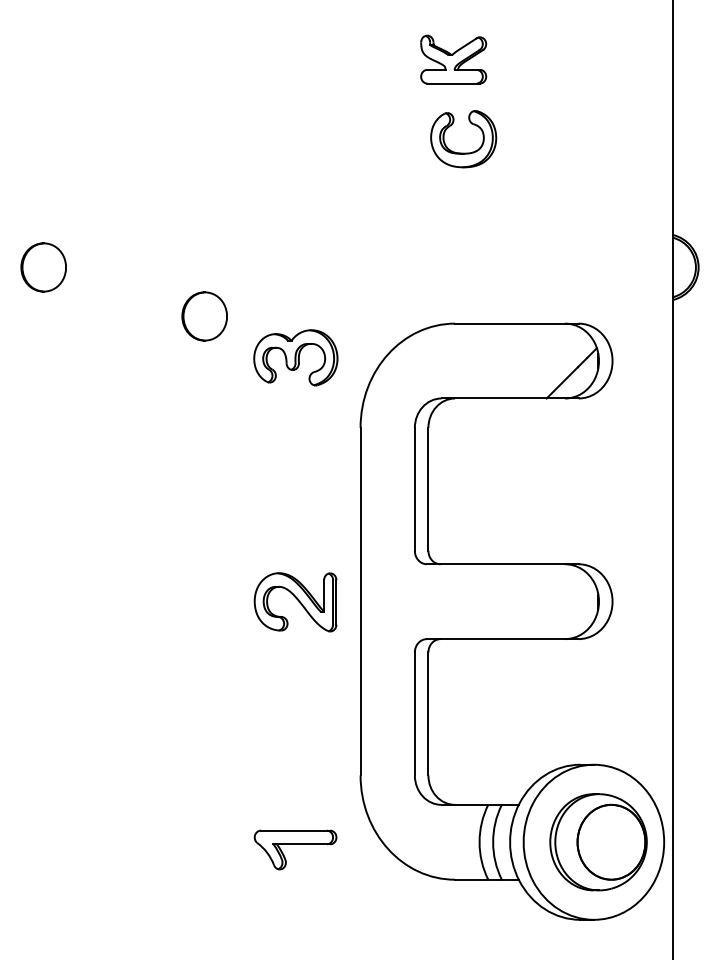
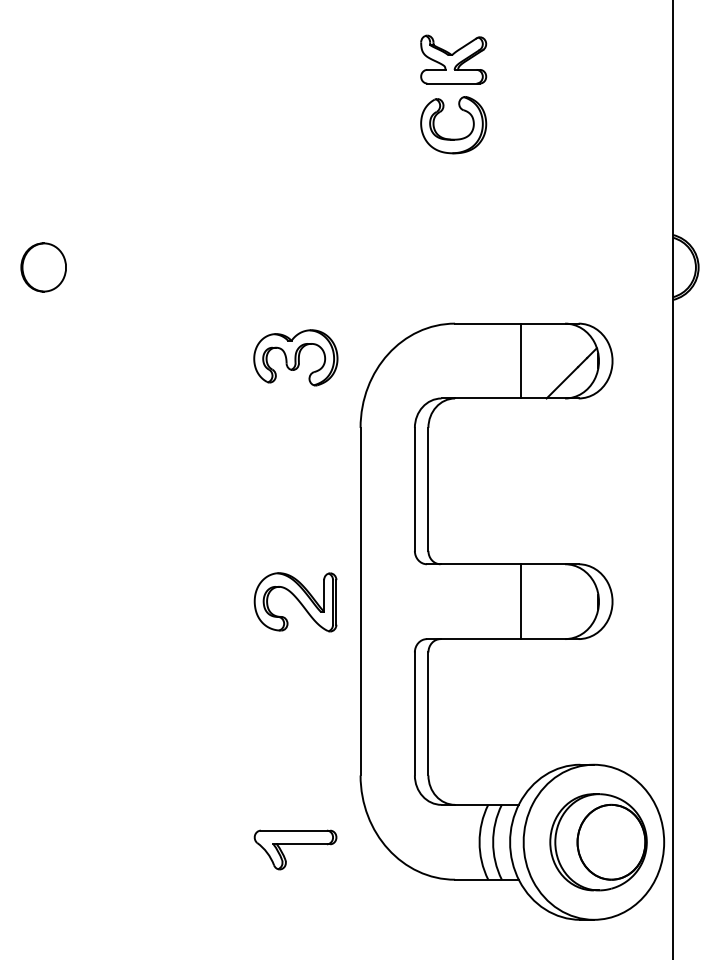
part at (463, 152) position: (463, 152) -> (453, 138)
part at (204, 316): present -> none
line at (520, 360): none -> present
line at (520, 601): none -> present
